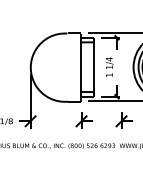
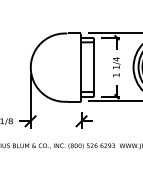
part at (109, 66) position: (109, 66) -> (116, 66)
part at (123, 120): present -> none
